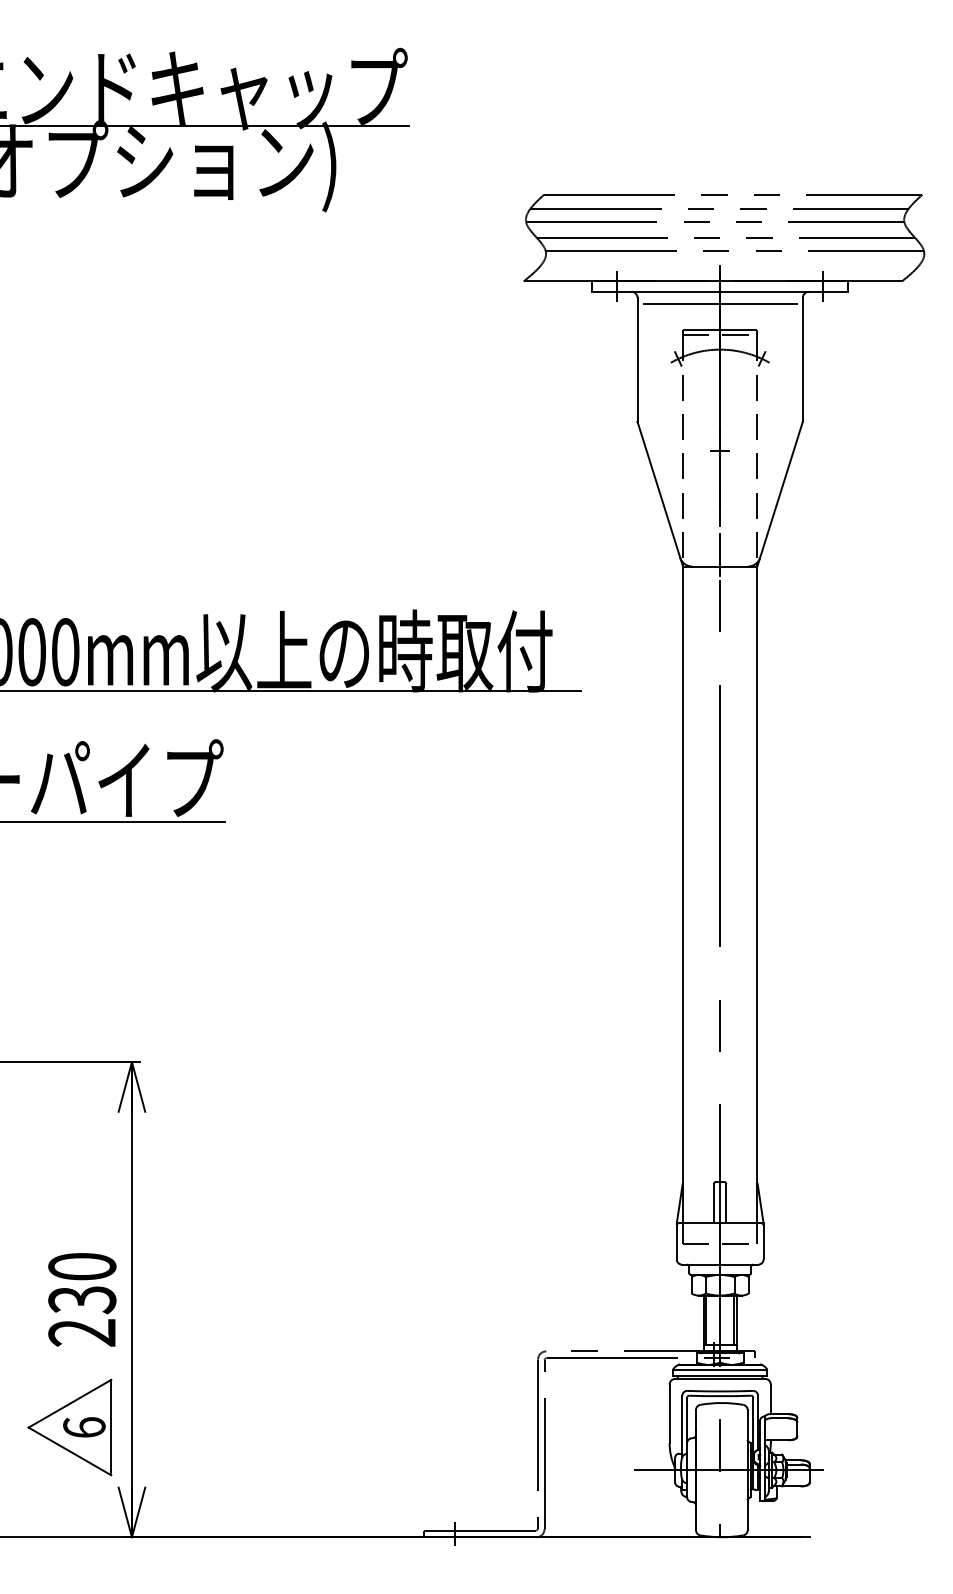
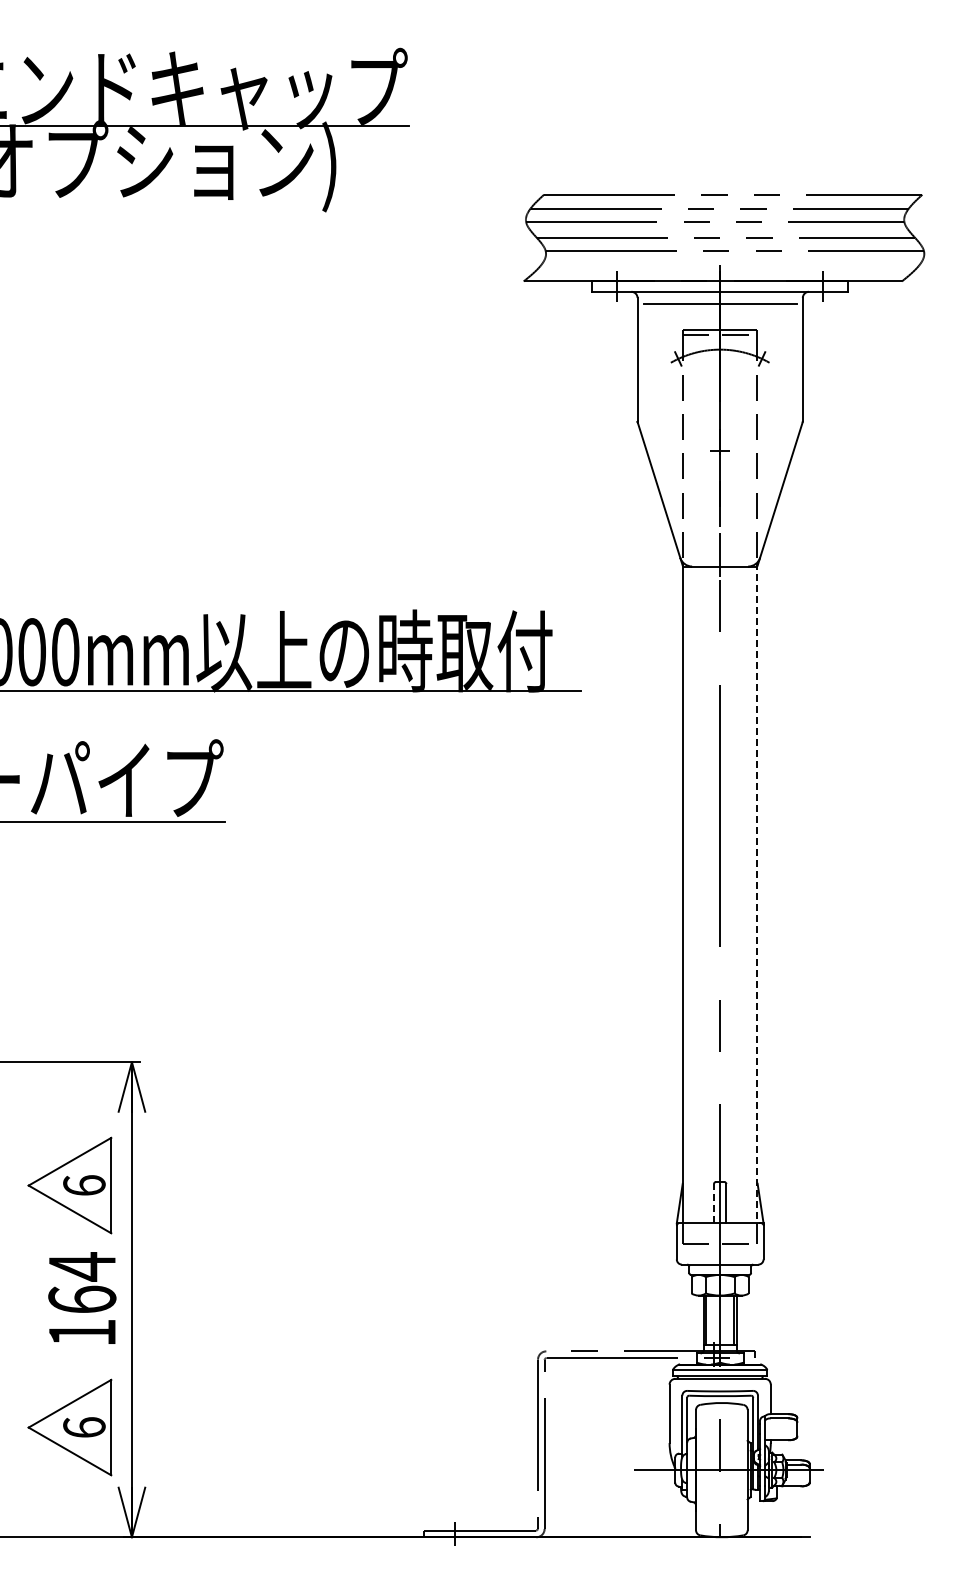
line at (757, 893): solid -> dashed
part at (69, 1185): none -> present
line at (713, 1203): solid -> dashed
text at (82, 1299): 230 -> 164
